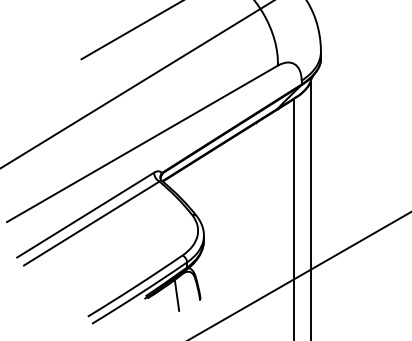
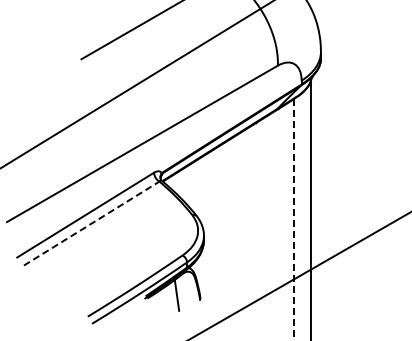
line at (294, 219): solid -> dashed
line at (91, 223): solid -> dashed
